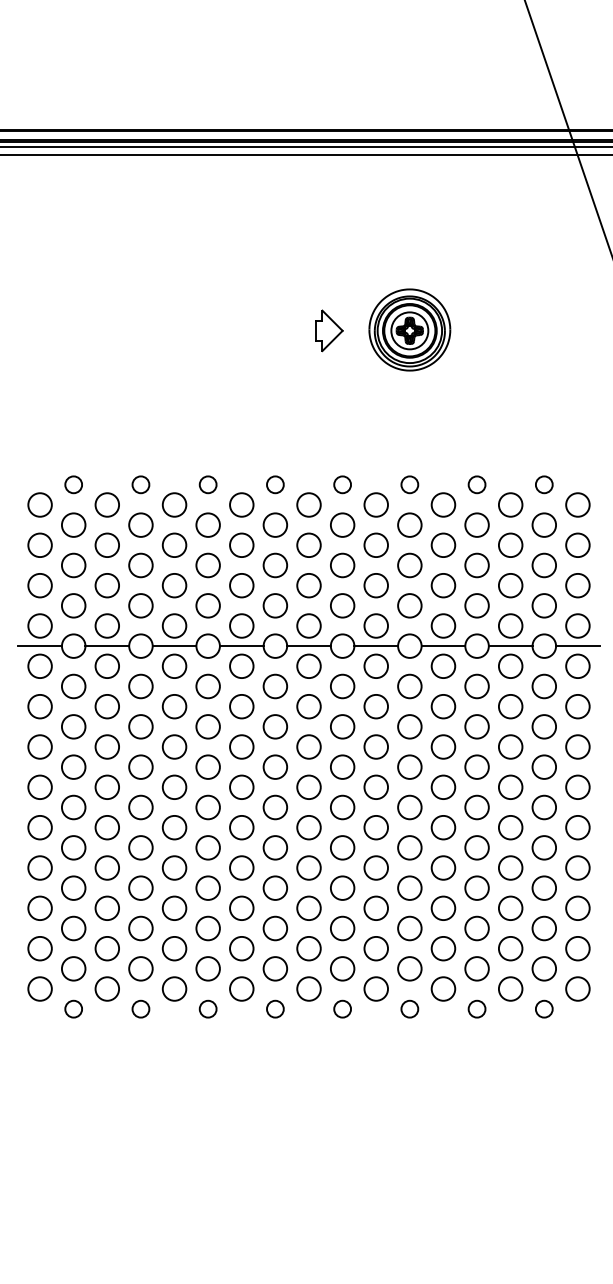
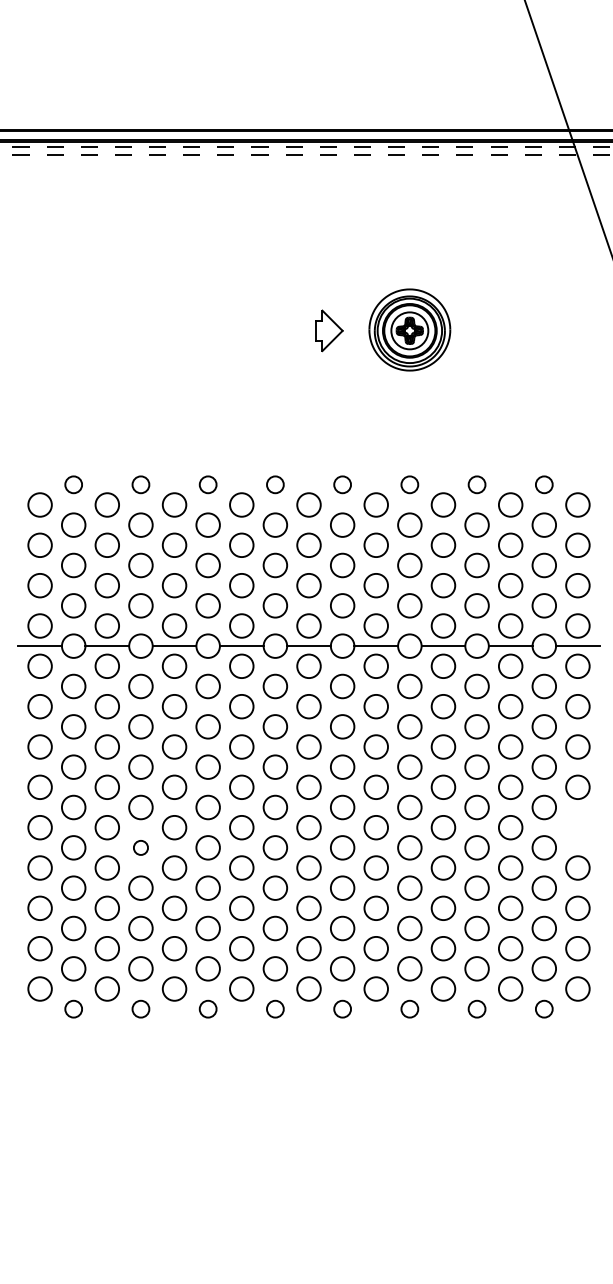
line at (307, 147): solid -> dashed
line at (307, 155): solid -> dashed
circle at (577, 827): present -> none
circle at (140, 847) size: 26x26 px -> 16x16 px
